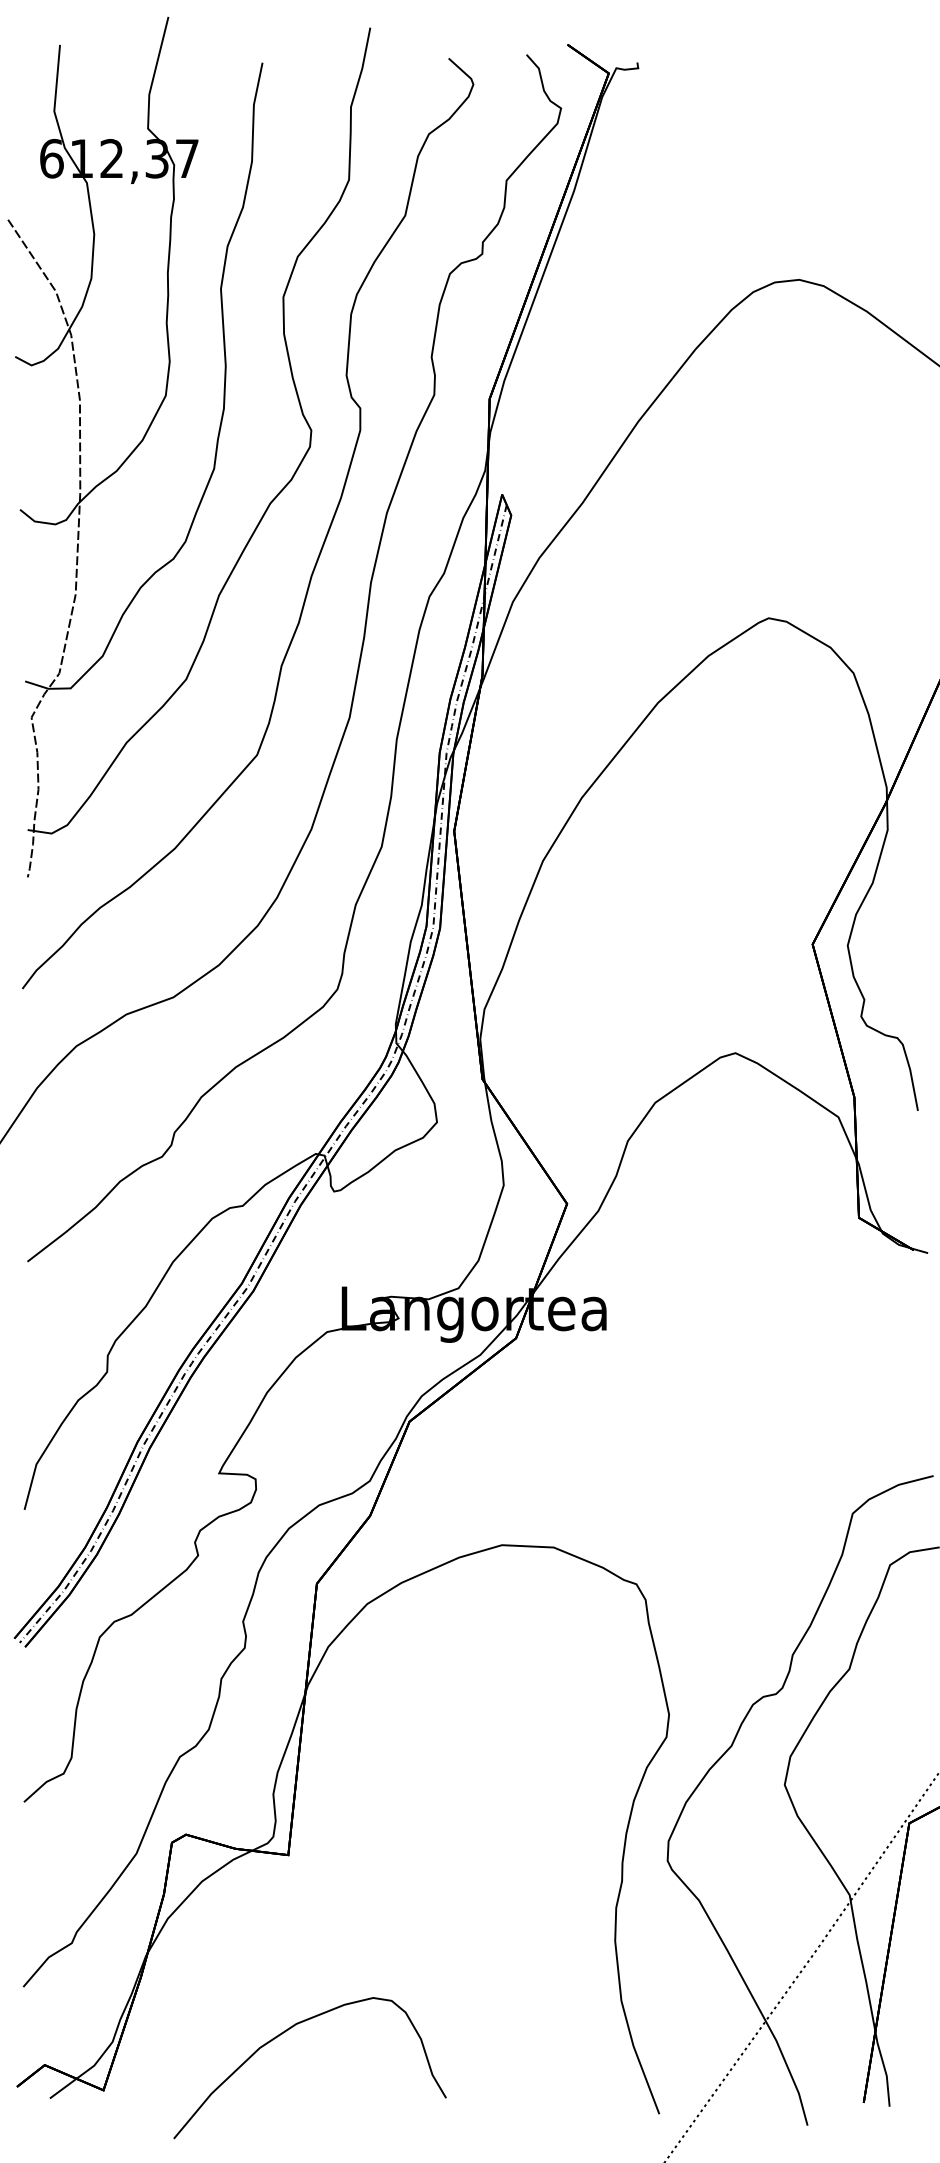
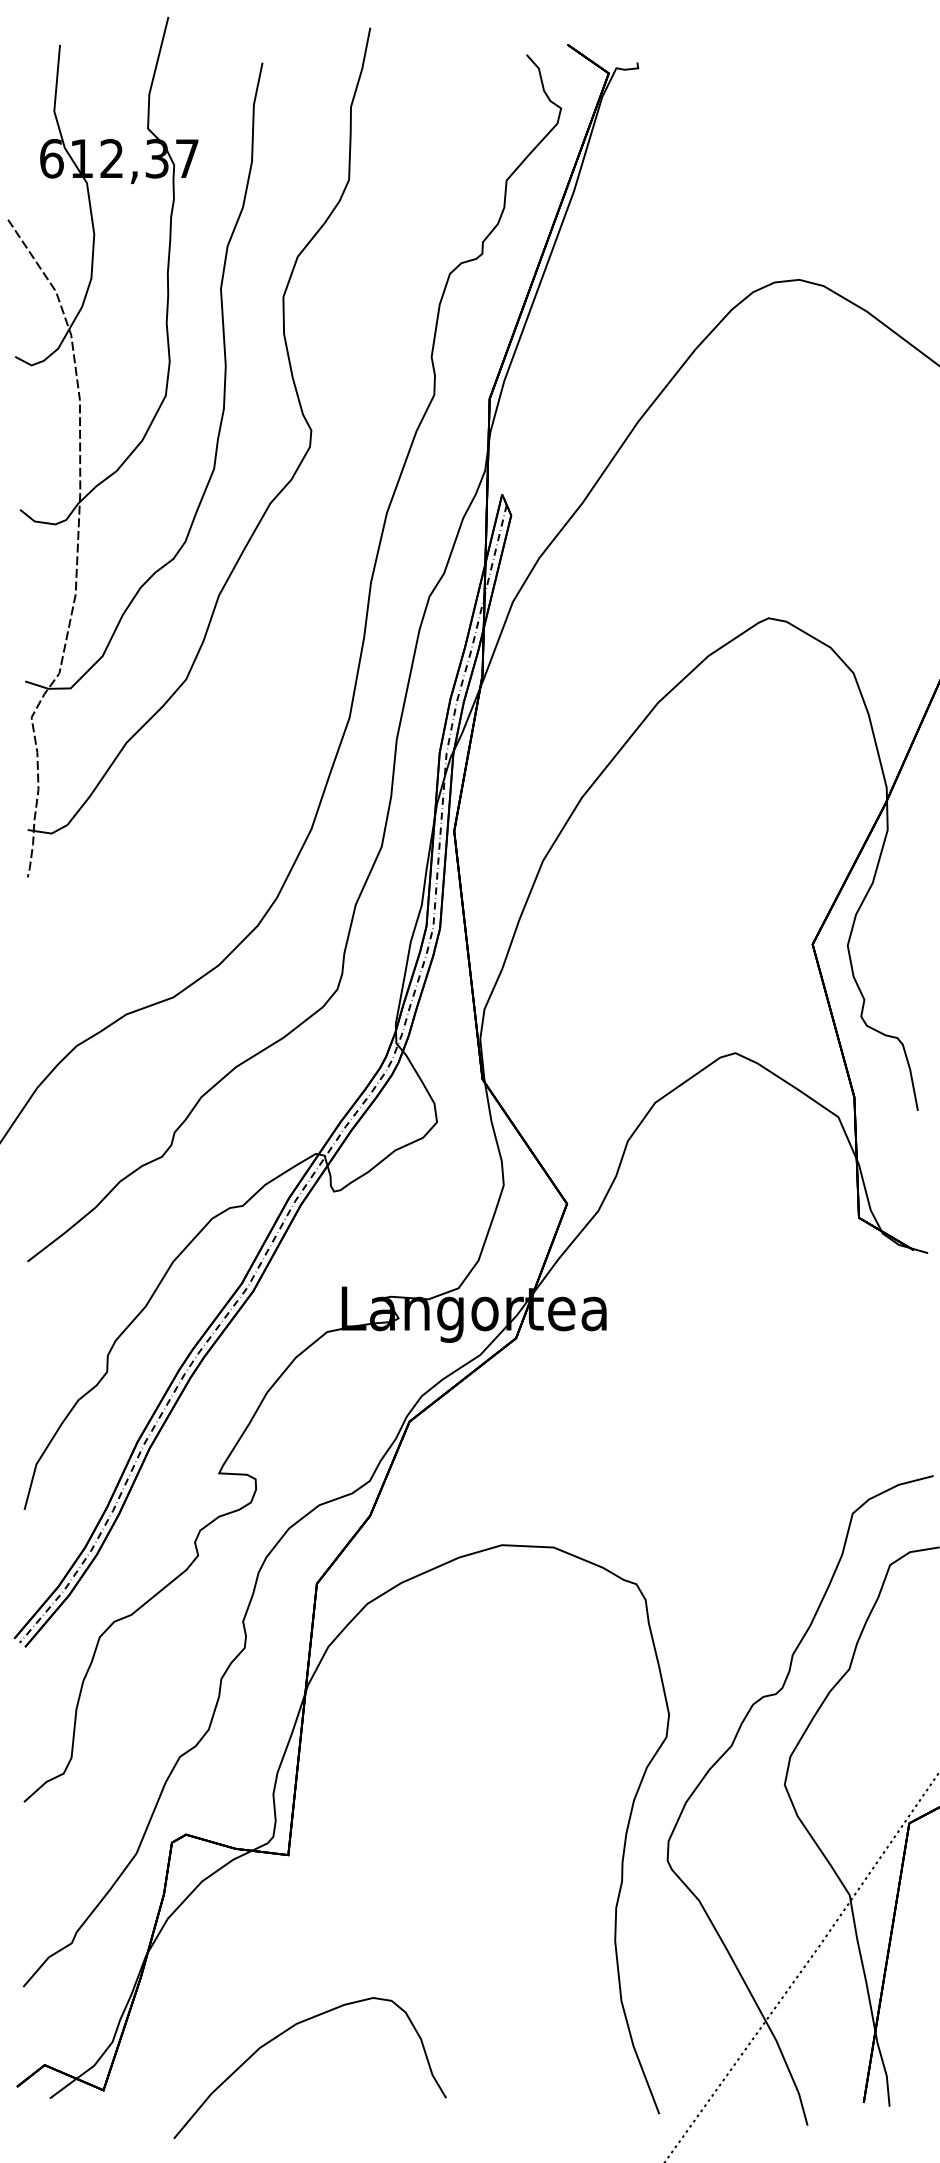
curve at (319, 551): present -> none
